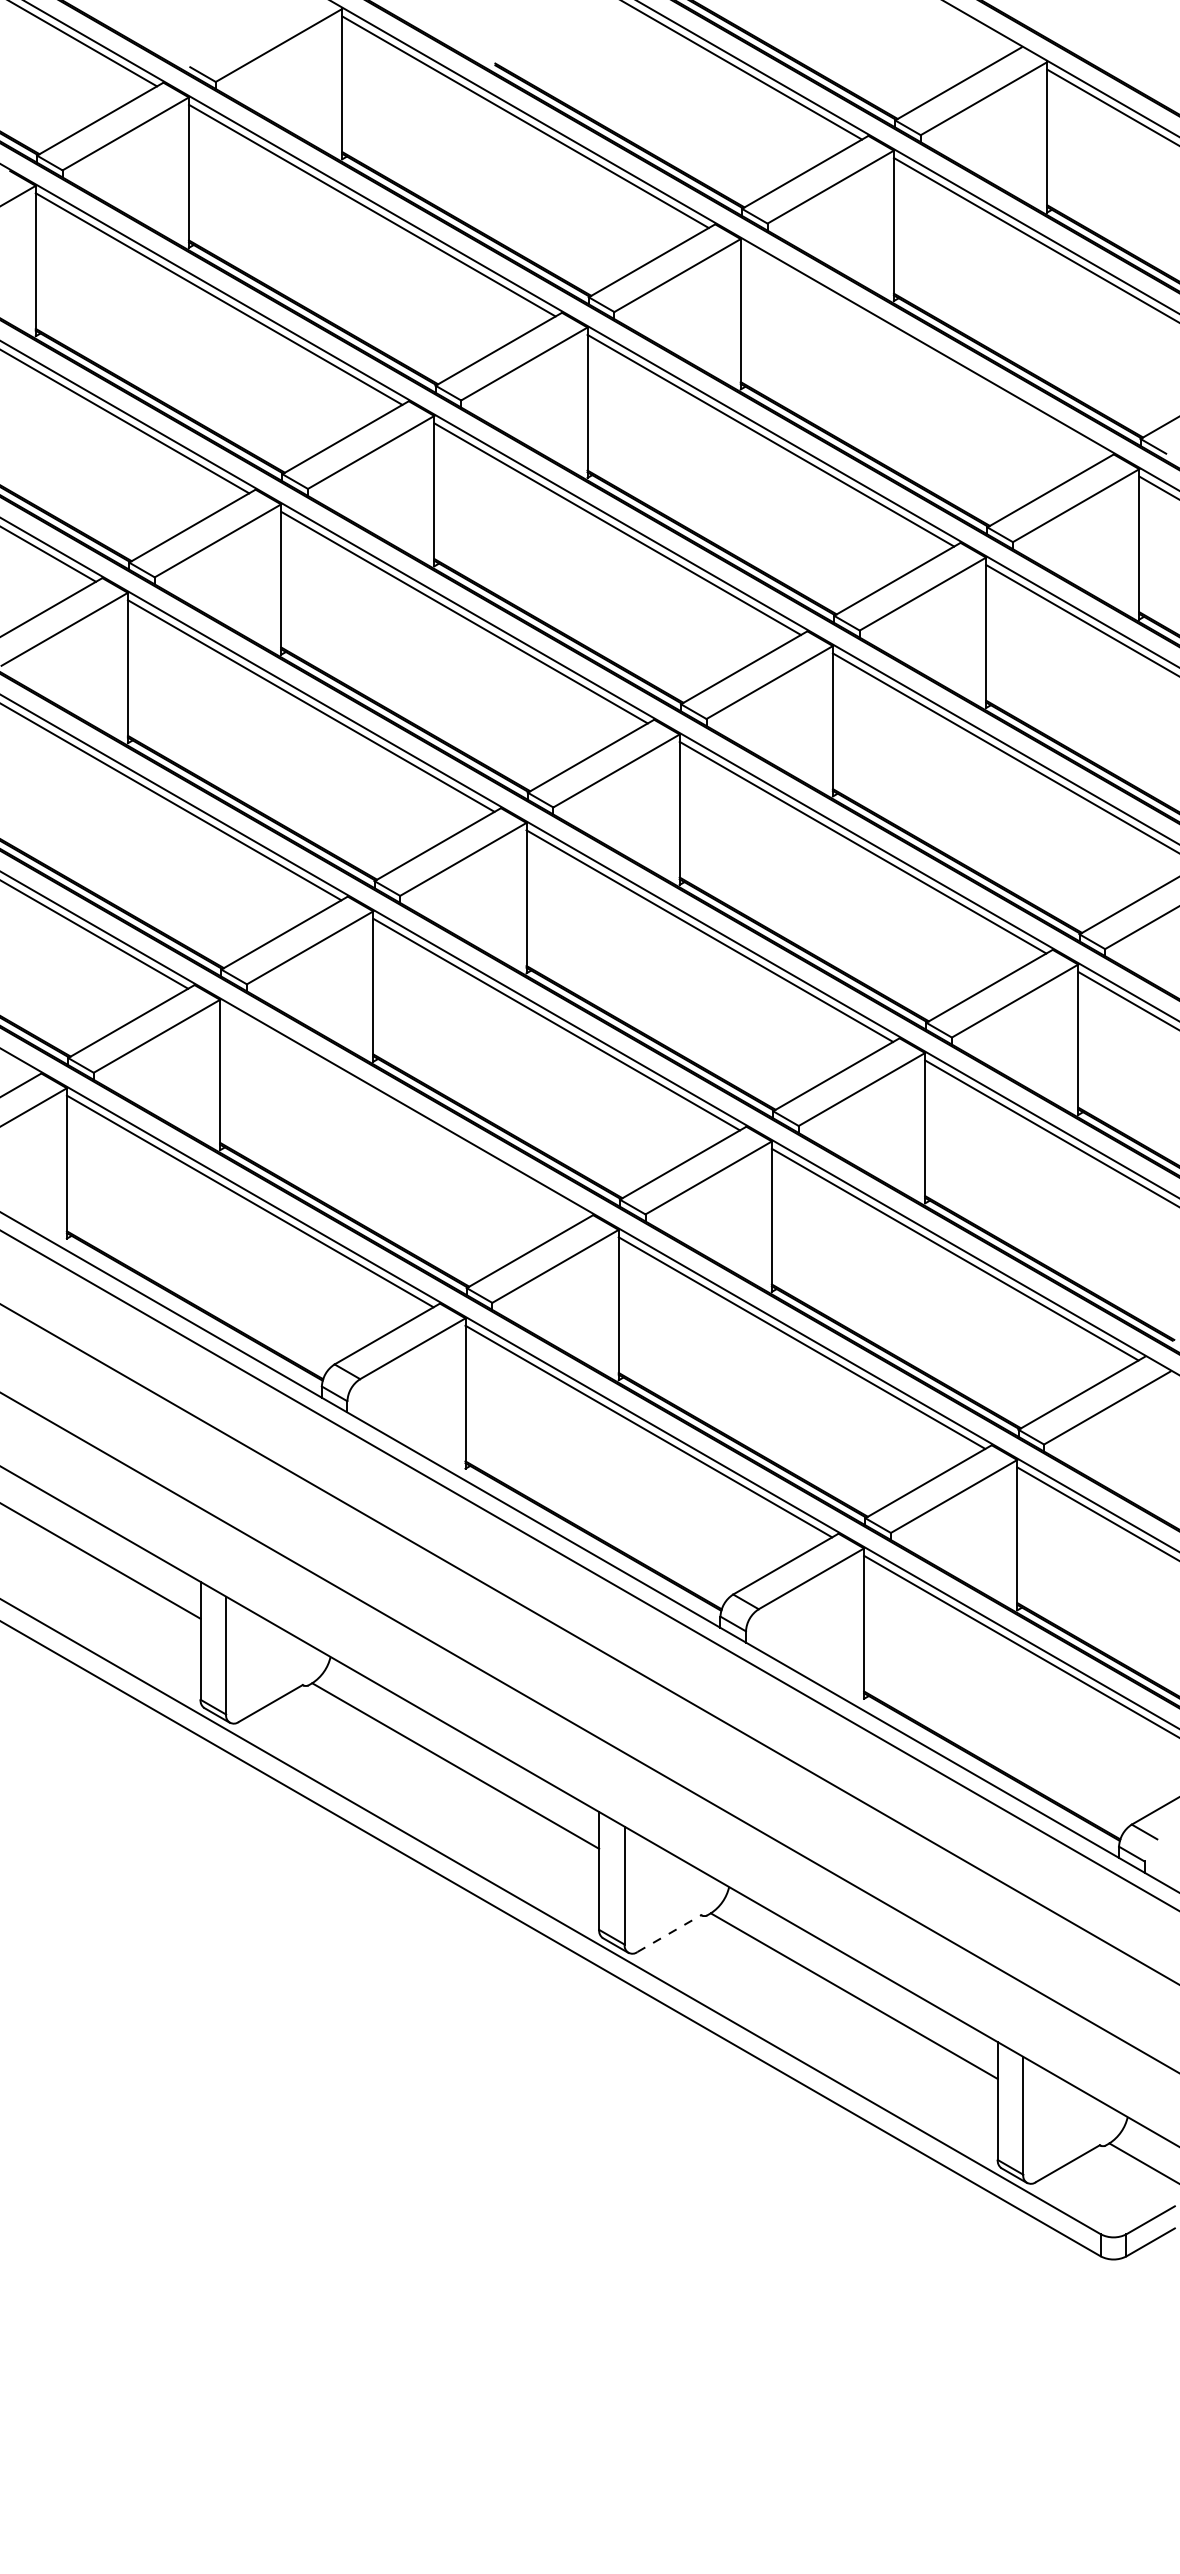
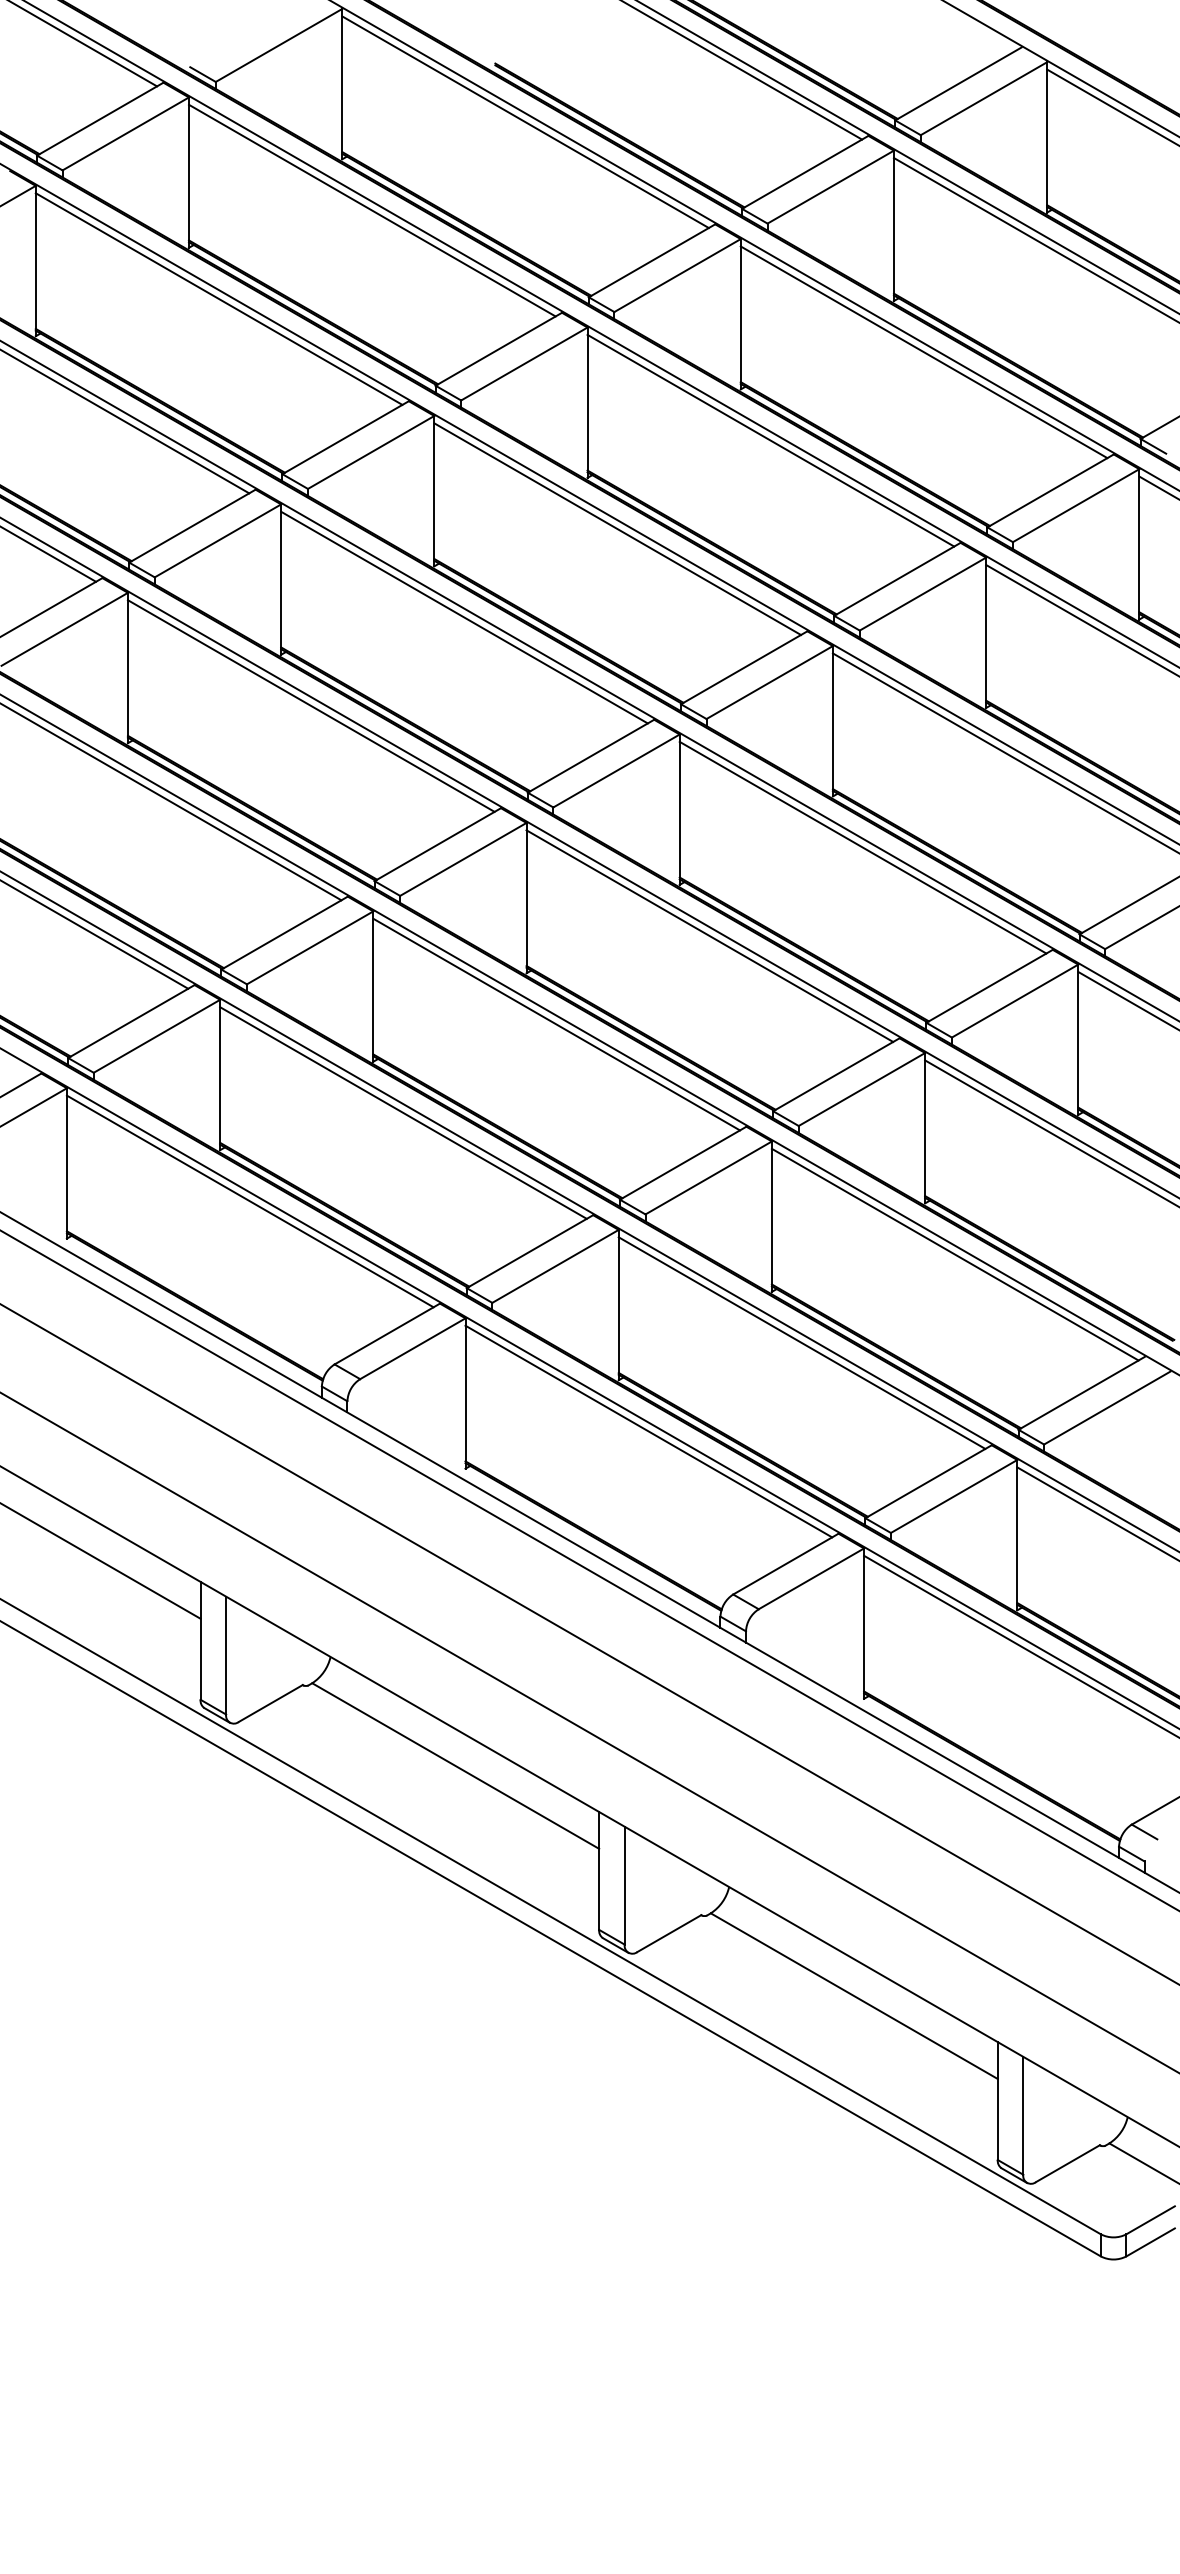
line at (923, 352): none -> present
line at (403, 1112): none -> present
line at (669, 1933): dashed -> solid
